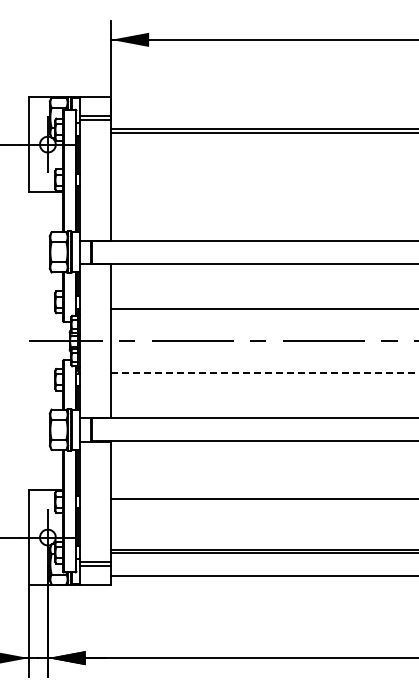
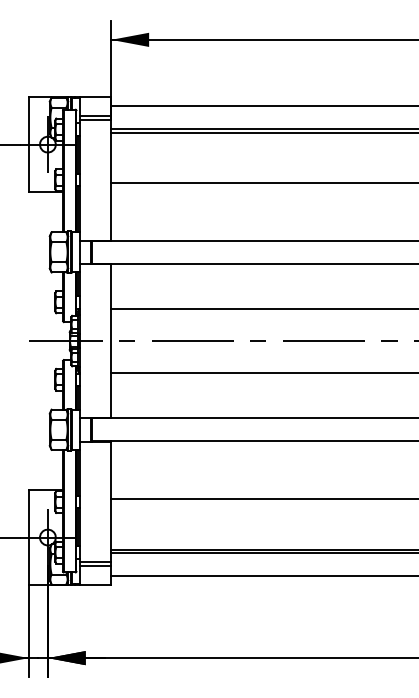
line at (263, 106): none -> present
line at (263, 183): none -> present
line at (265, 372): dashed -> solid
